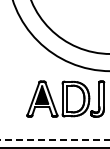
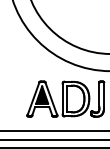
line at (54, 131): none -> present
line at (54, 139): dashed -> solid
